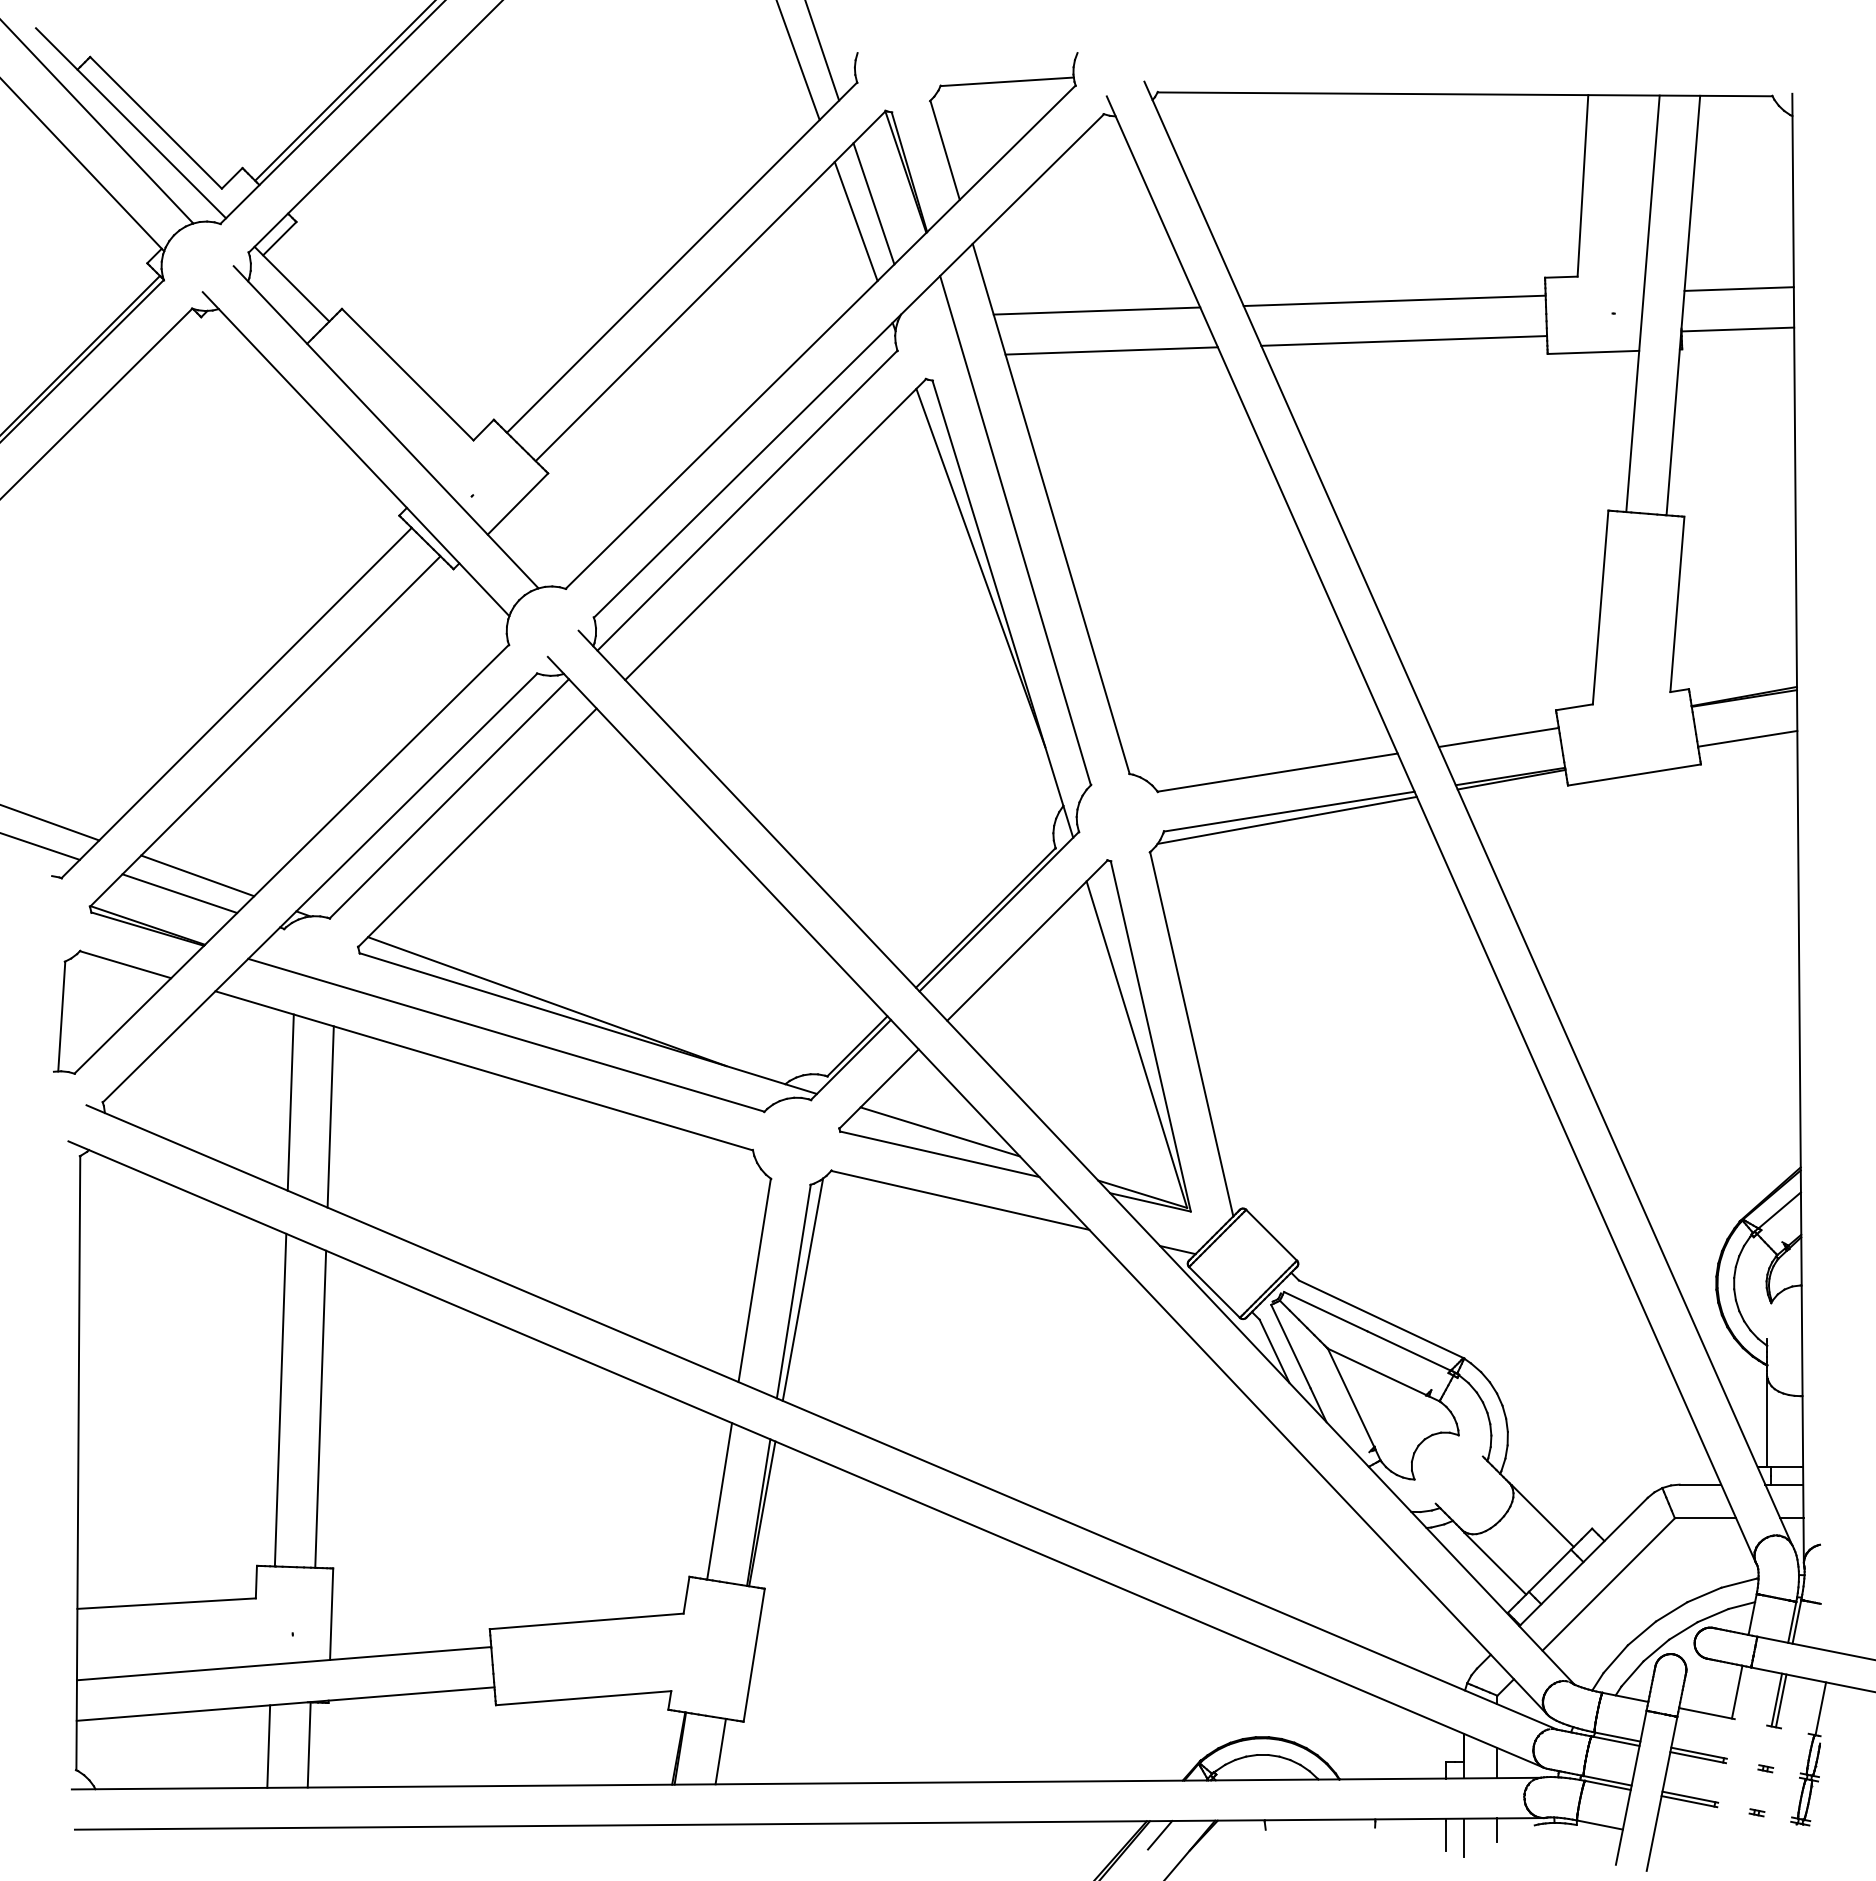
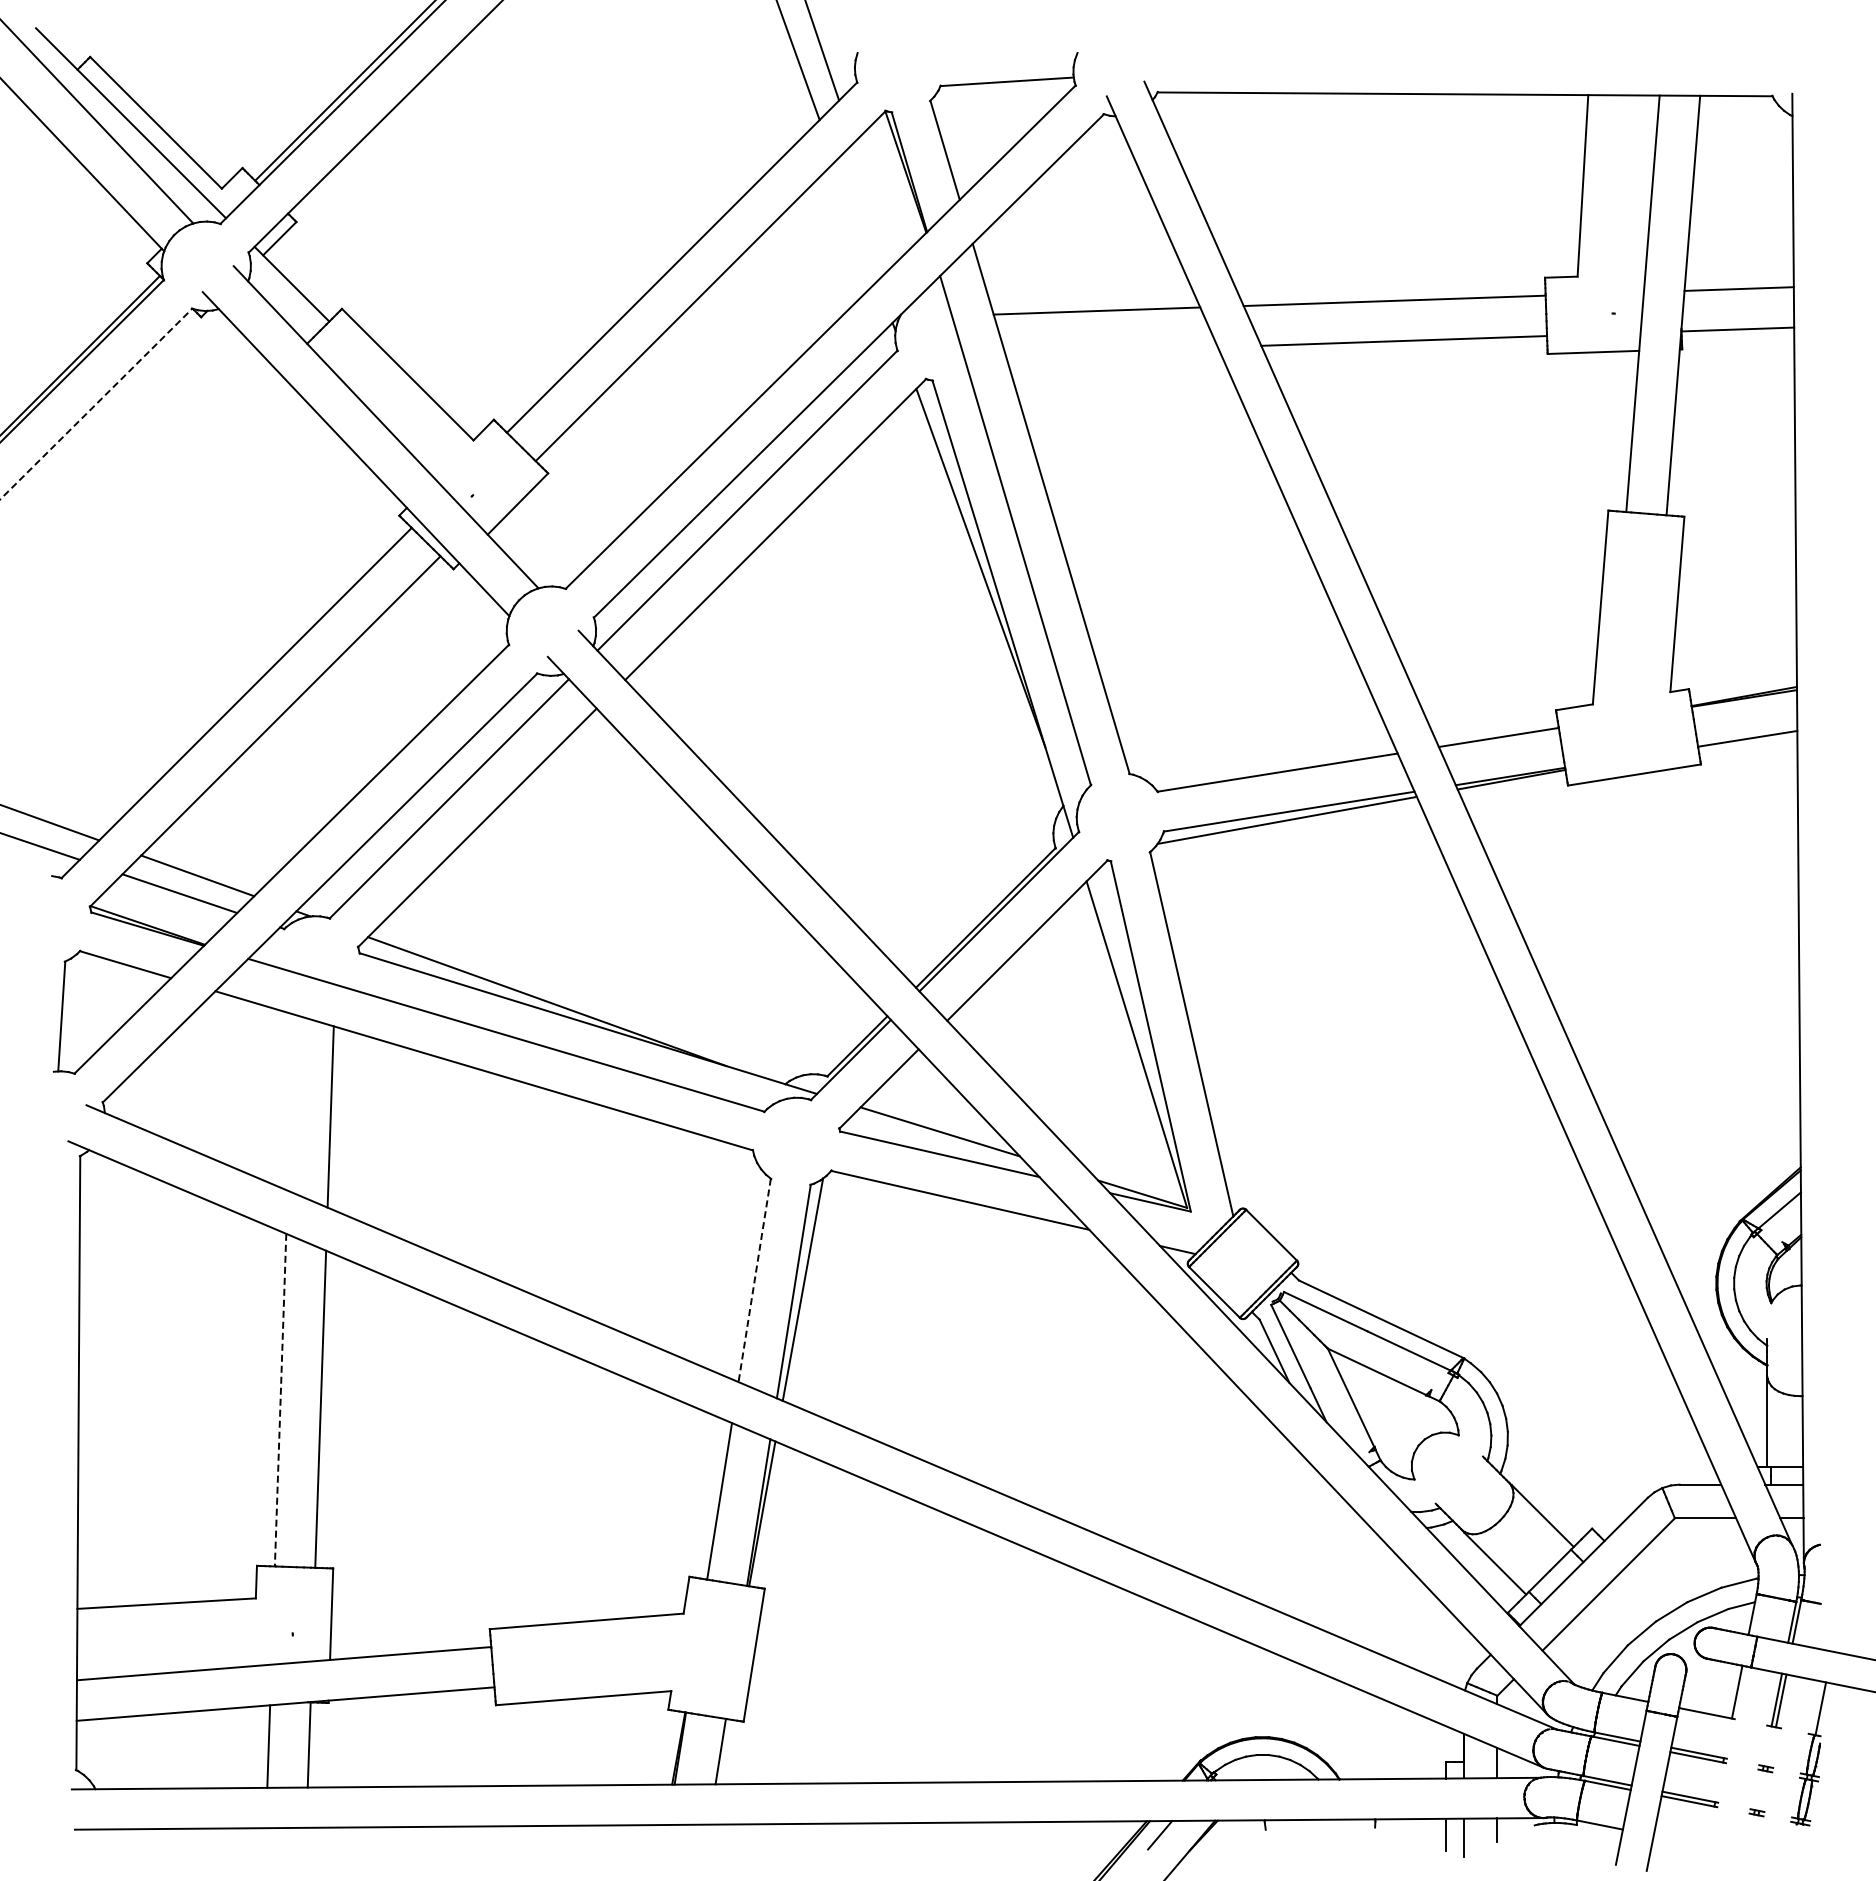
line at (873, 203): present -> none
line at (855, 221): present -> none
line at (1111, 350): present -> none
line at (96, 403): solid -> dashed
line at (290, 1102): present -> none
line at (754, 1280): solid -> dashed
line at (280, 1400): solid -> dashed
